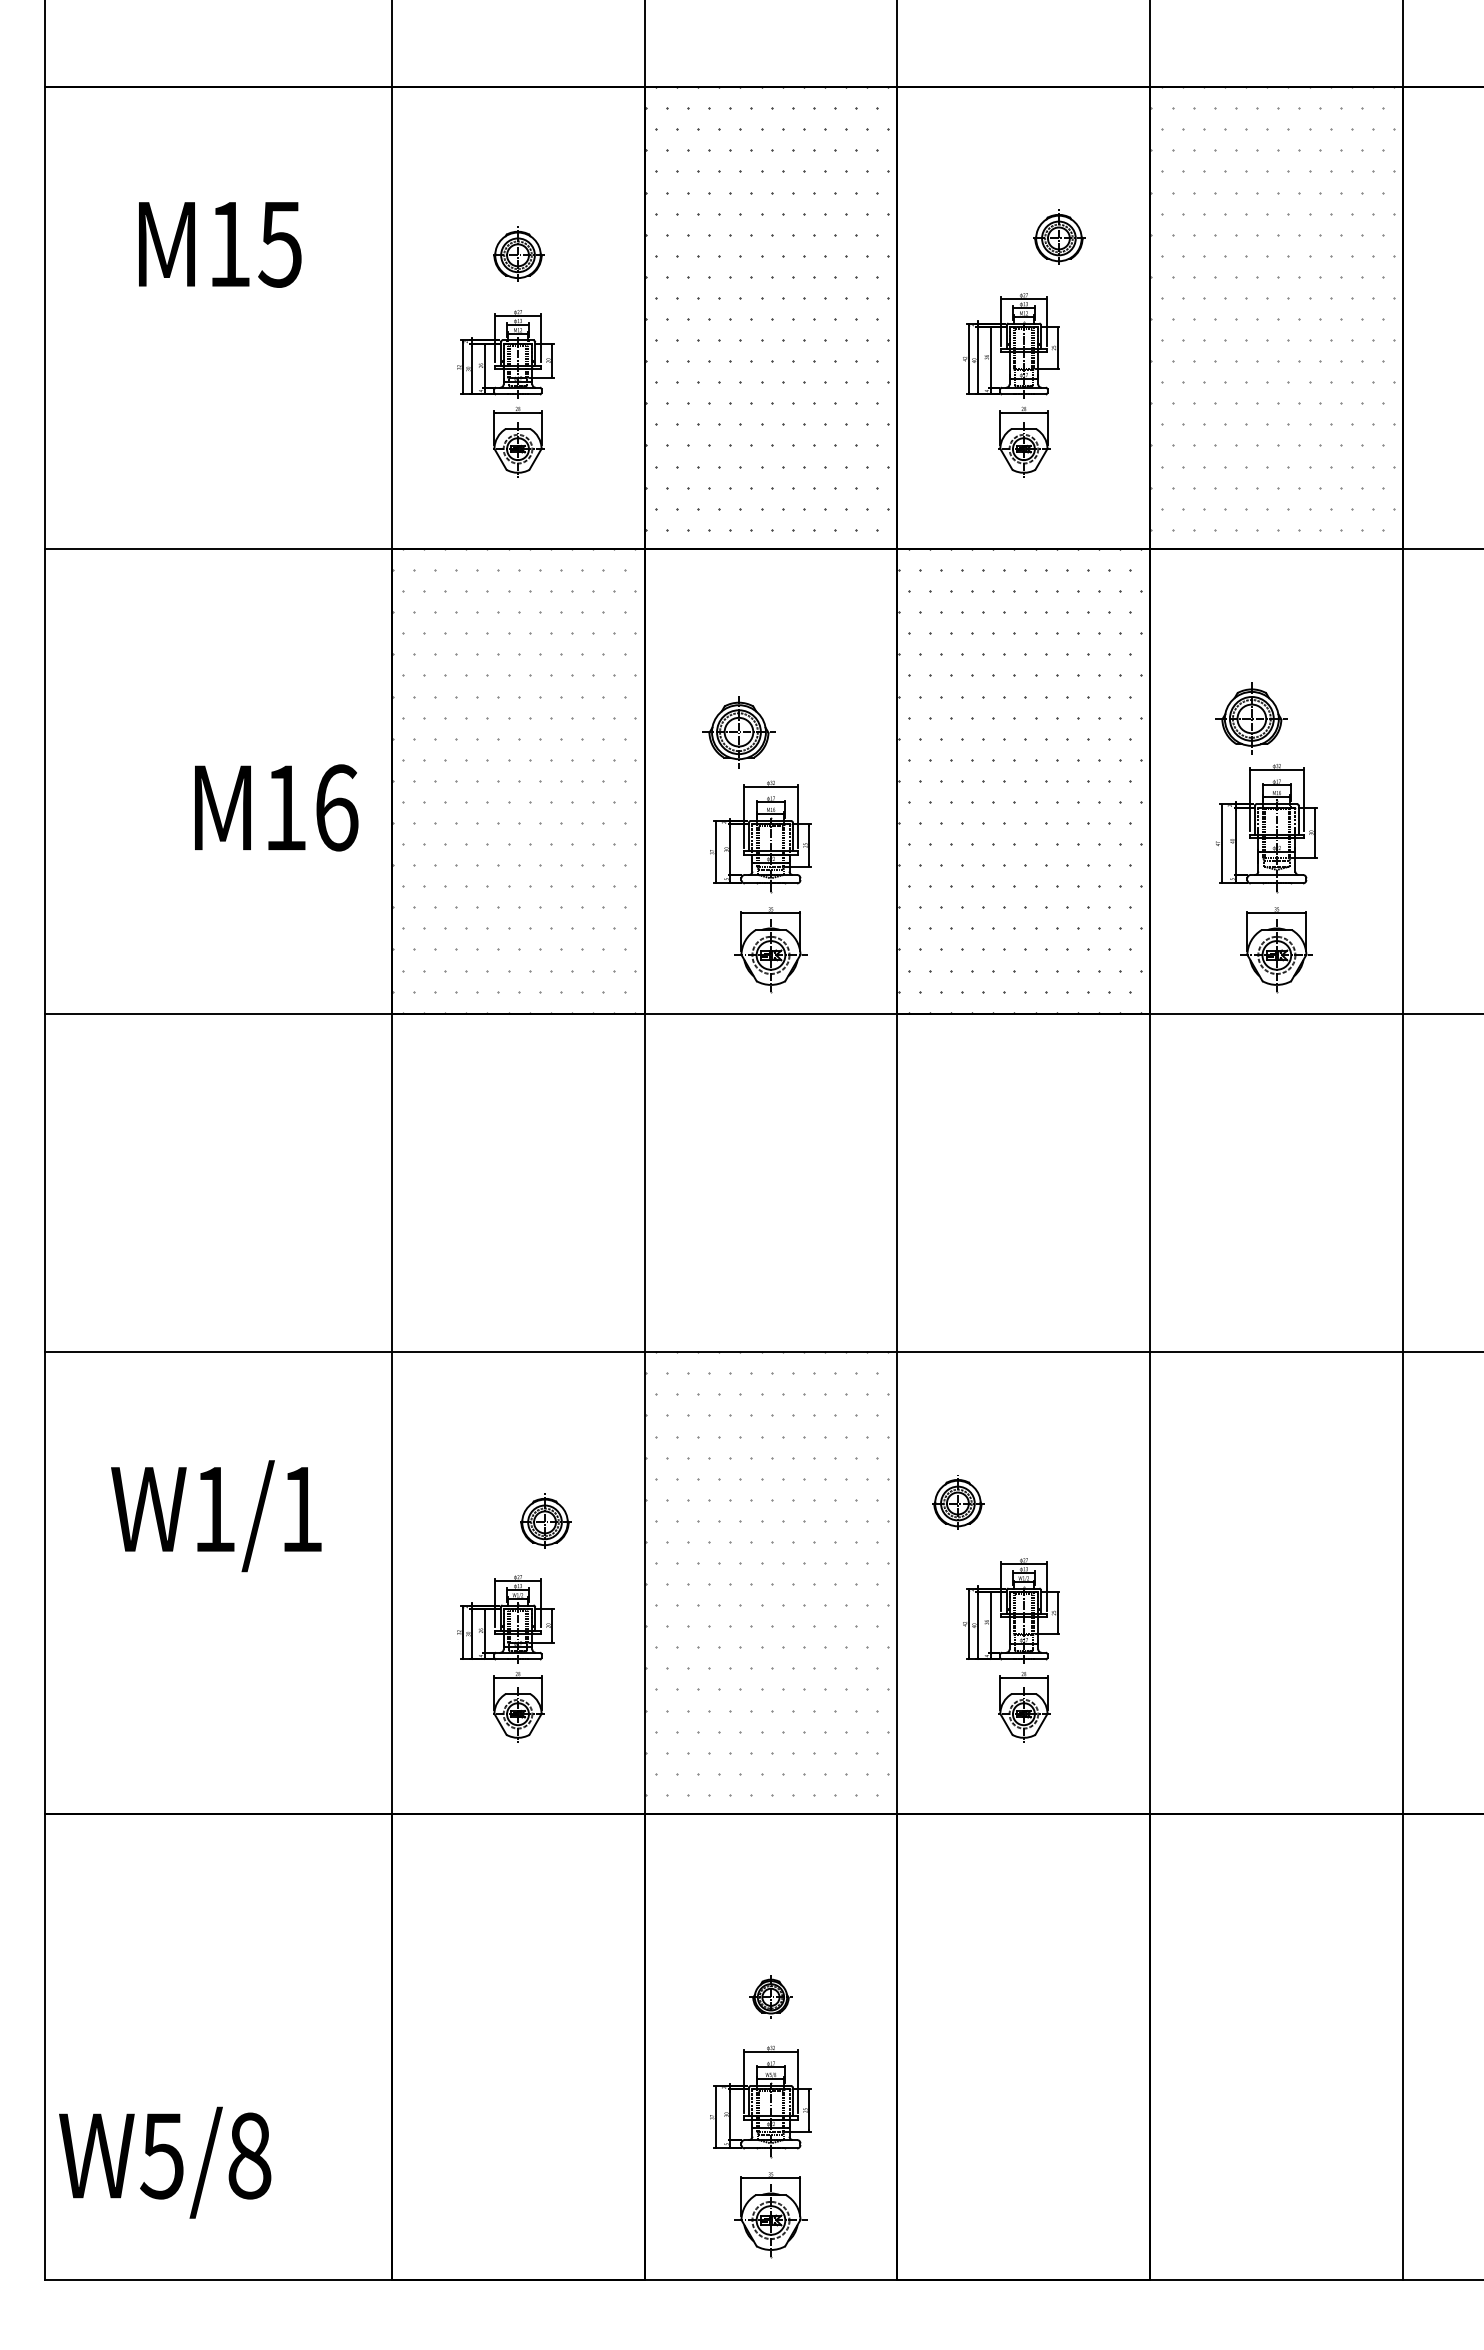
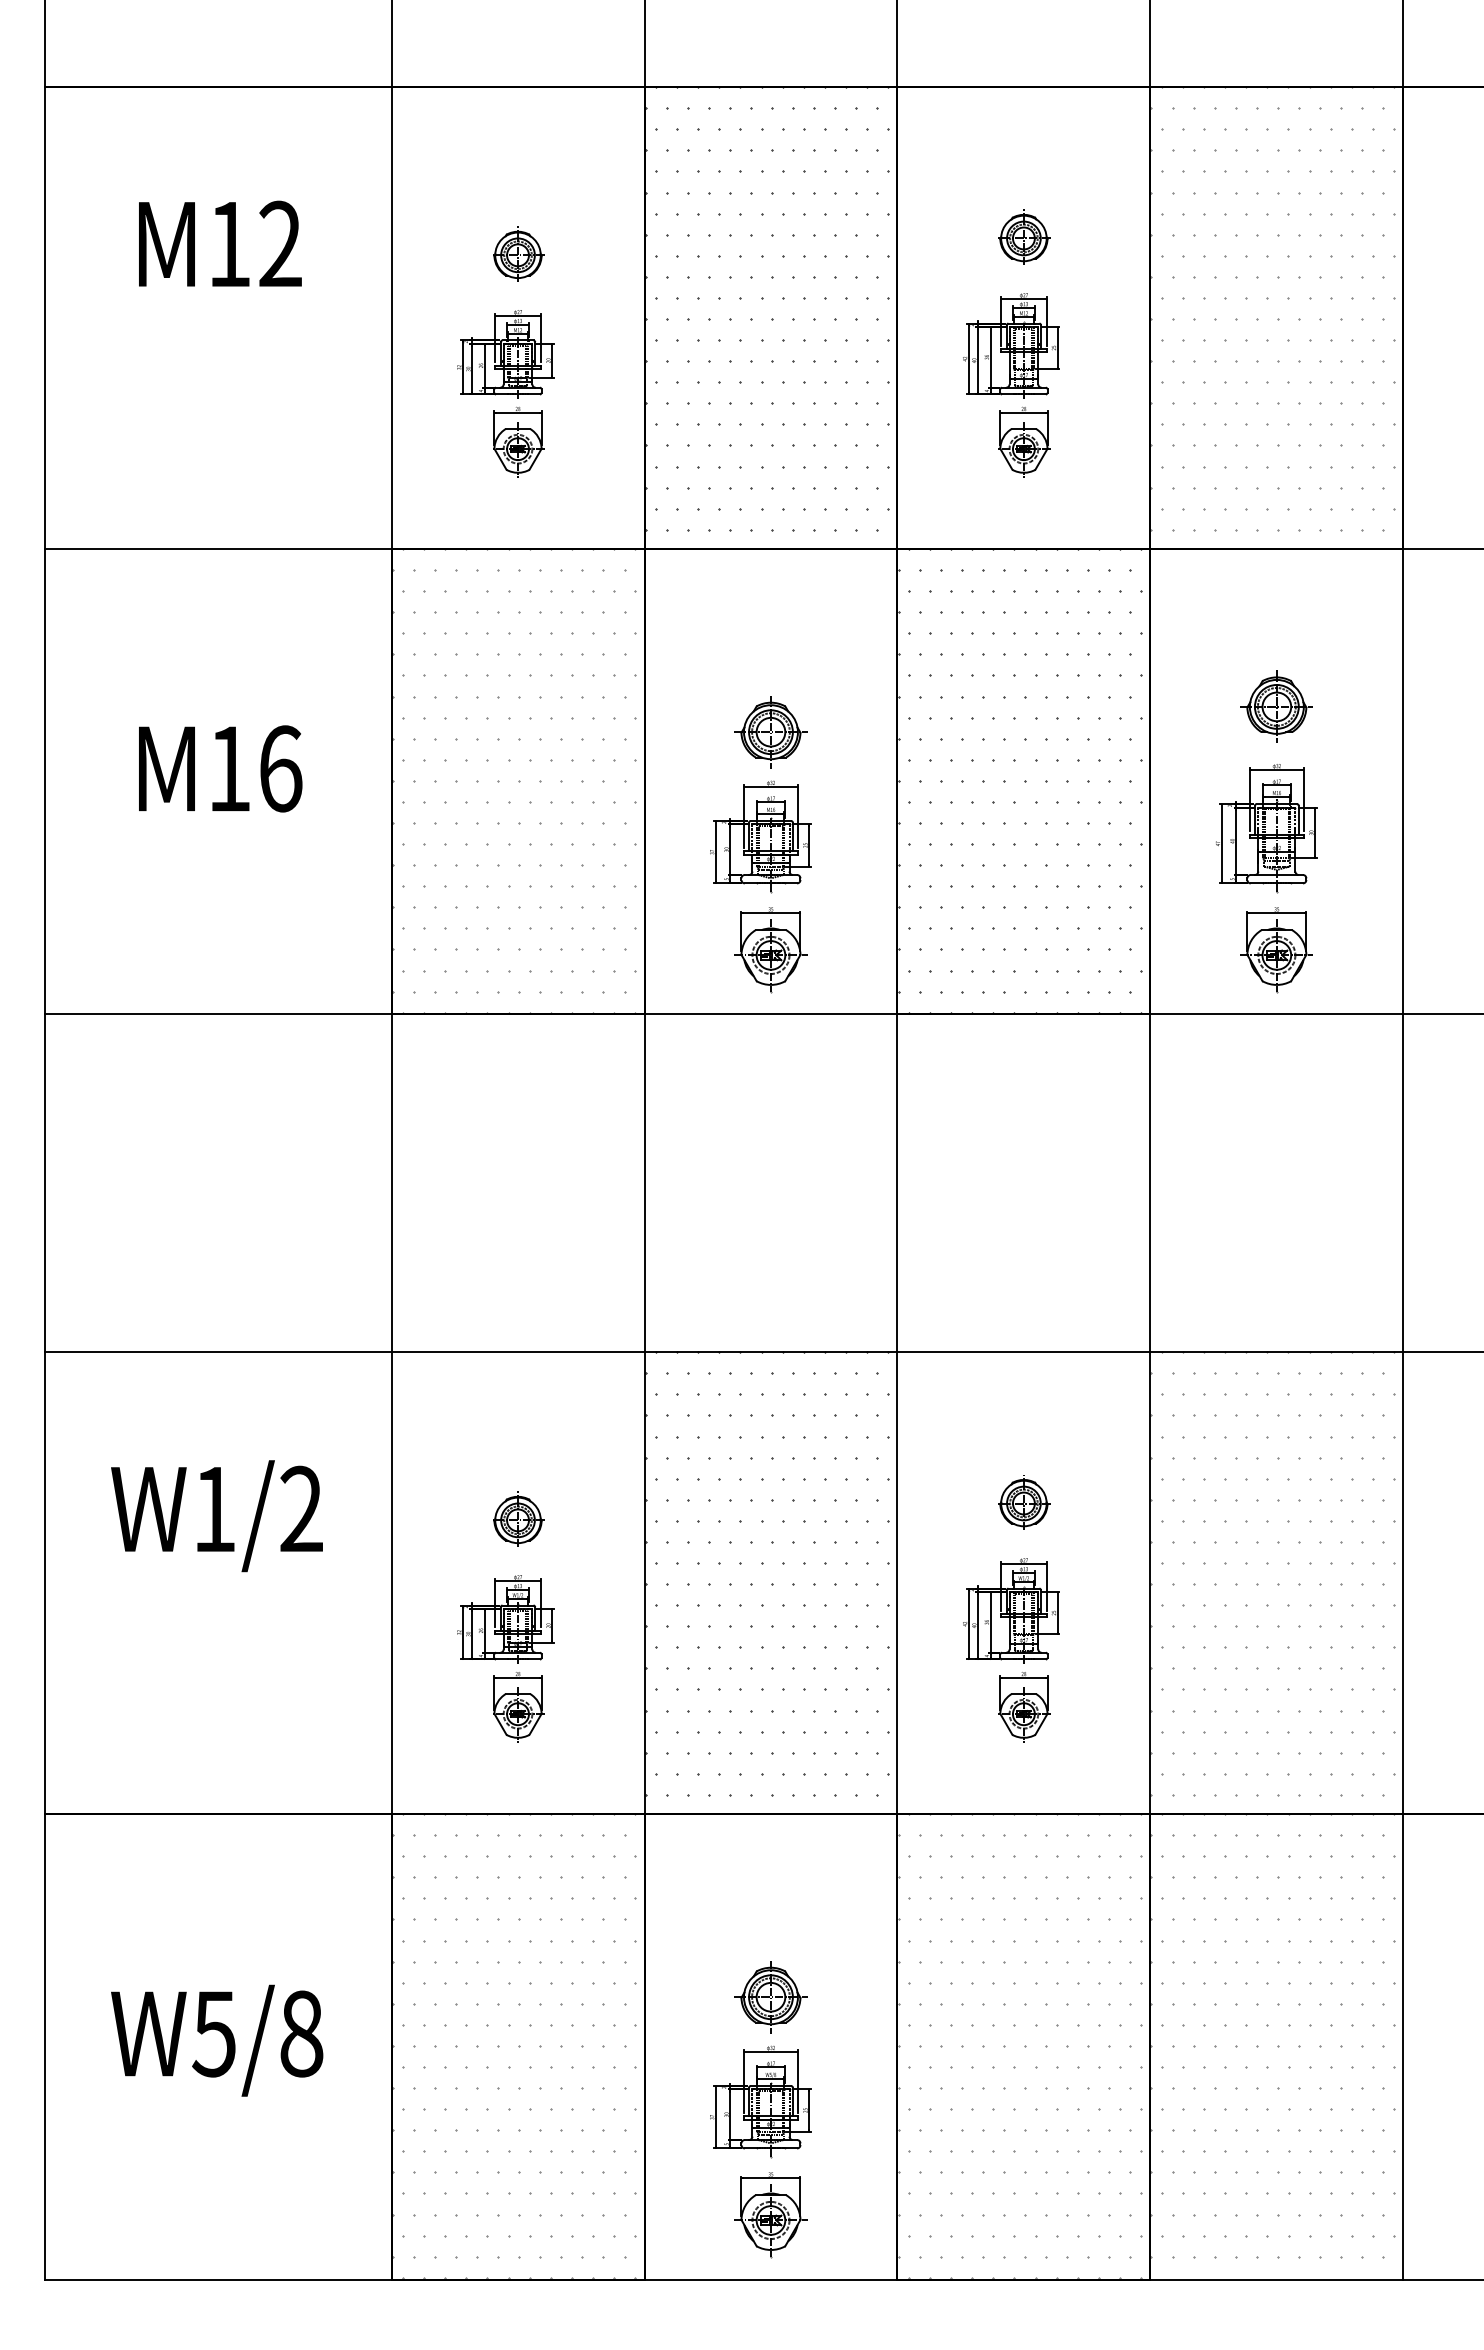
part at (1059, 236) position: (1059, 236) -> (1024, 236)
text at (279, 243): M15 -> M12
part at (1251, 718) position: (1251, 718) -> (1276, 706)
part at (738, 732) position: (738, 732) -> (770, 732)
text at (276, 807) position: (276, 807) -> (220, 768)
part at (958, 1502) position: (958, 1502) -> (1024, 1502)
text at (301, 1508): W1/1 -> W1/2
part at (545, 1520) position: (545, 1520) -> (518, 1518)
hatch at (766, 1573): none -> present
hatch at (1272, 1573): none -> present
part at (770, 1996) size: 44x44 px -> 74x73 px
hatch at (1272, 2035): none -> present
hatch at (513, 2045): none -> present
hatch at (1019, 2045): none -> present
text at (165, 2162) position: (165, 2162) -> (217, 2040)
